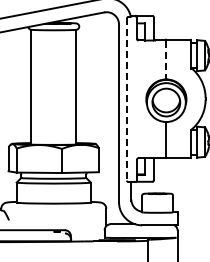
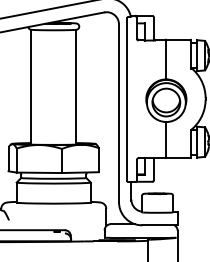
line at (166, 60): dashed -> solid
line at (126, 100): dashed -> solid
